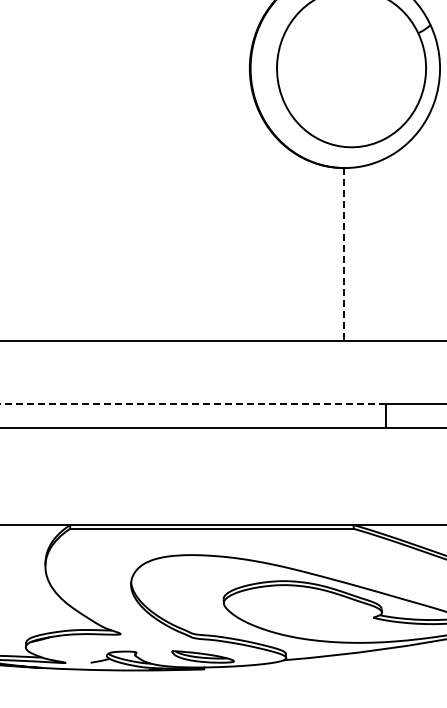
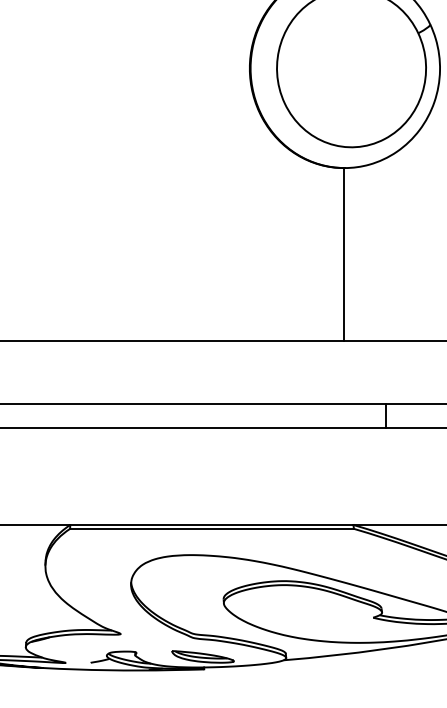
line at (343, 254): dashed -> solid
line at (193, 404): dashed -> solid
